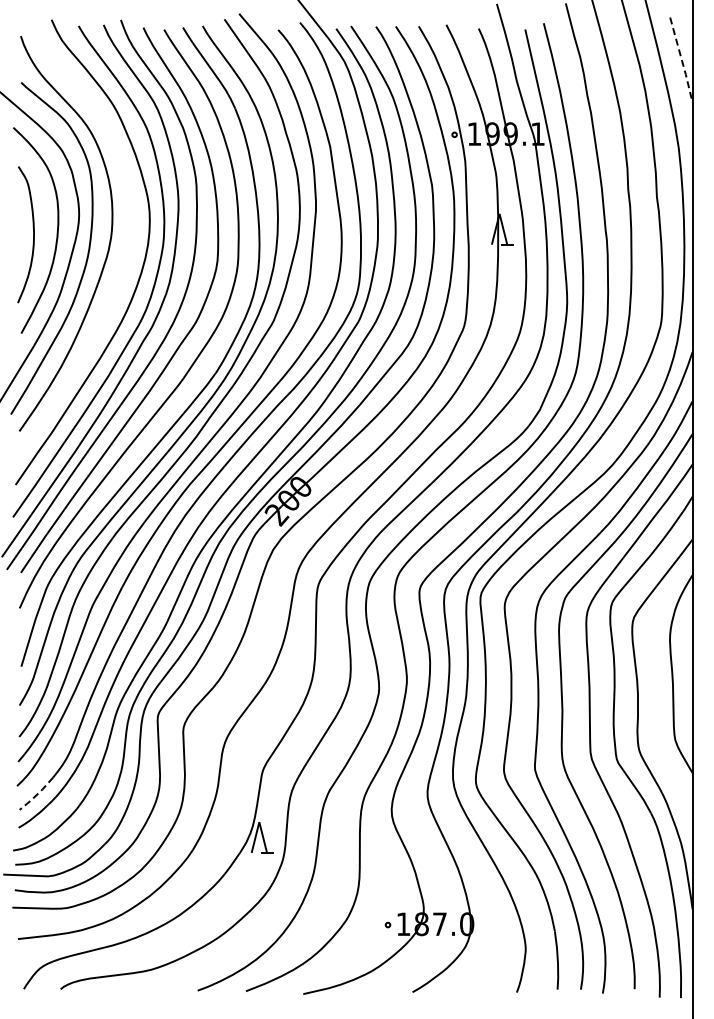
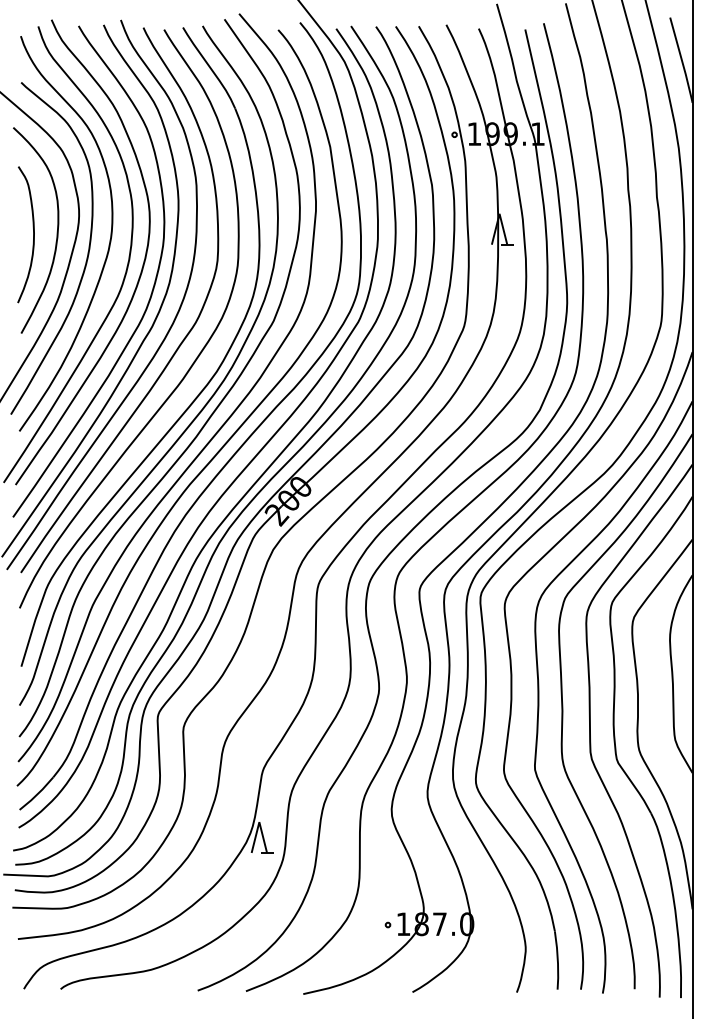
line at (682, 61): dashed -> solid
curve at (125, 270): none -> present
line at (37, 794): dashed -> solid
